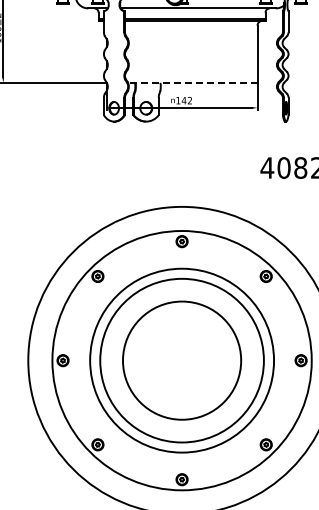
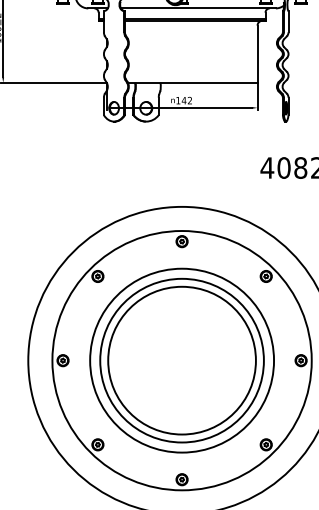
line at (192, 82): dashed -> solid
circle at (182, 360) diameter: 118 px -> 148 px
